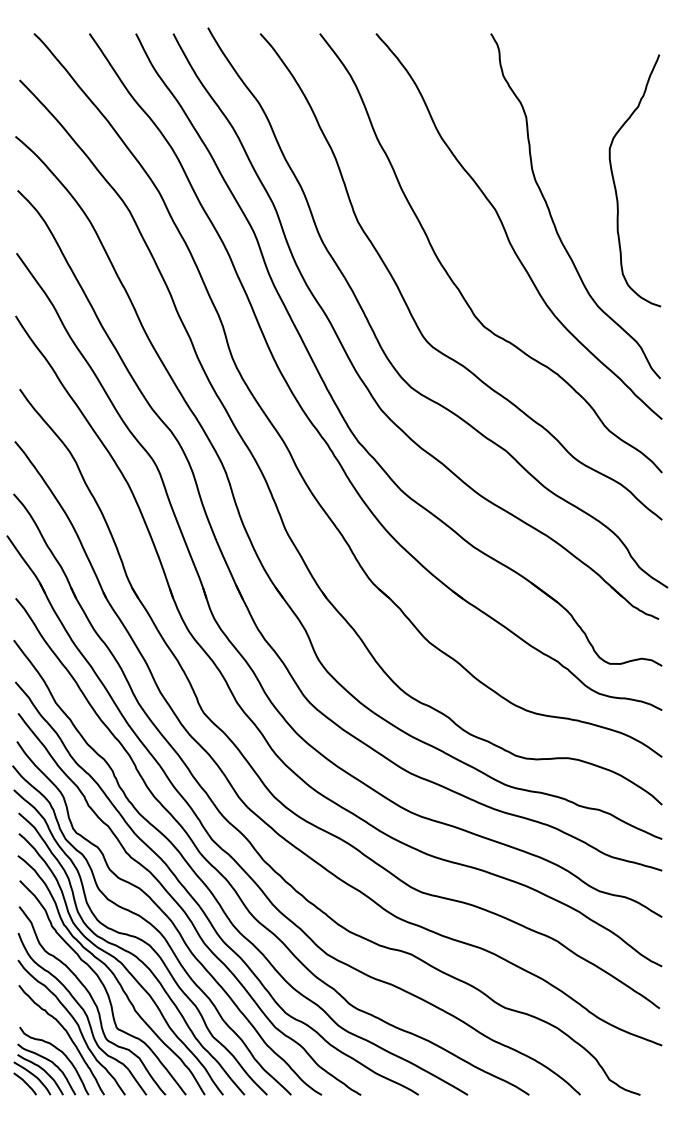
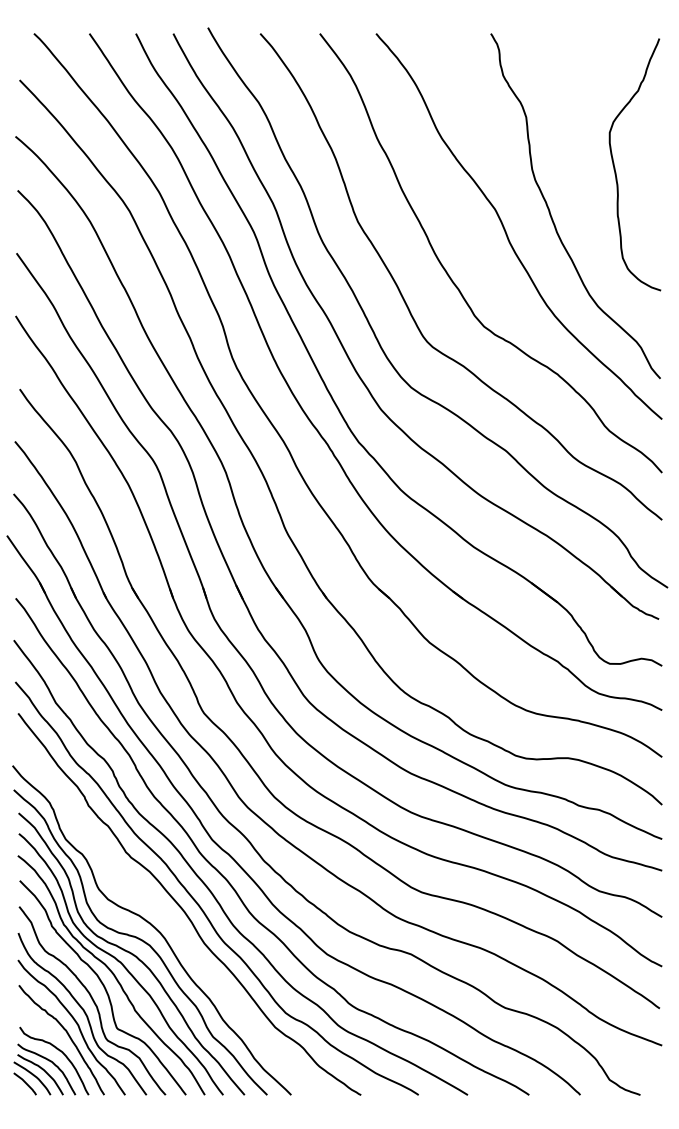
curve at (615, 183) position: (615, 183) -> (615, 167)
curve at (169, 918): present -> none
